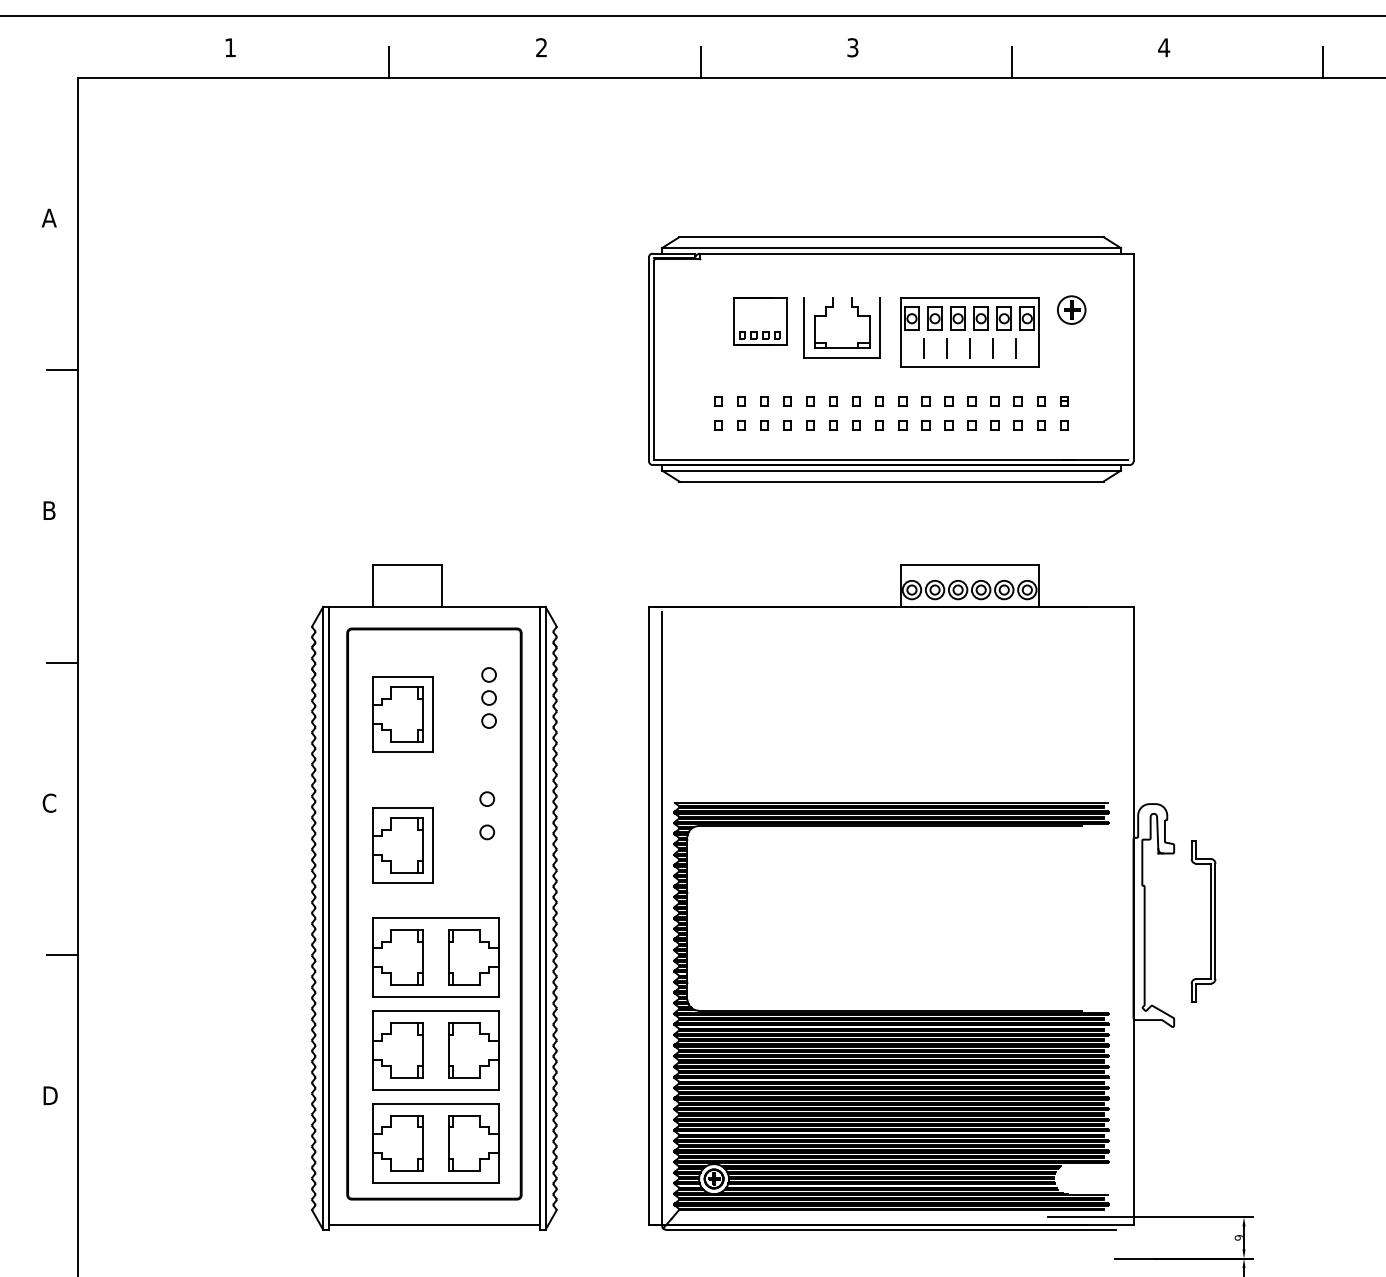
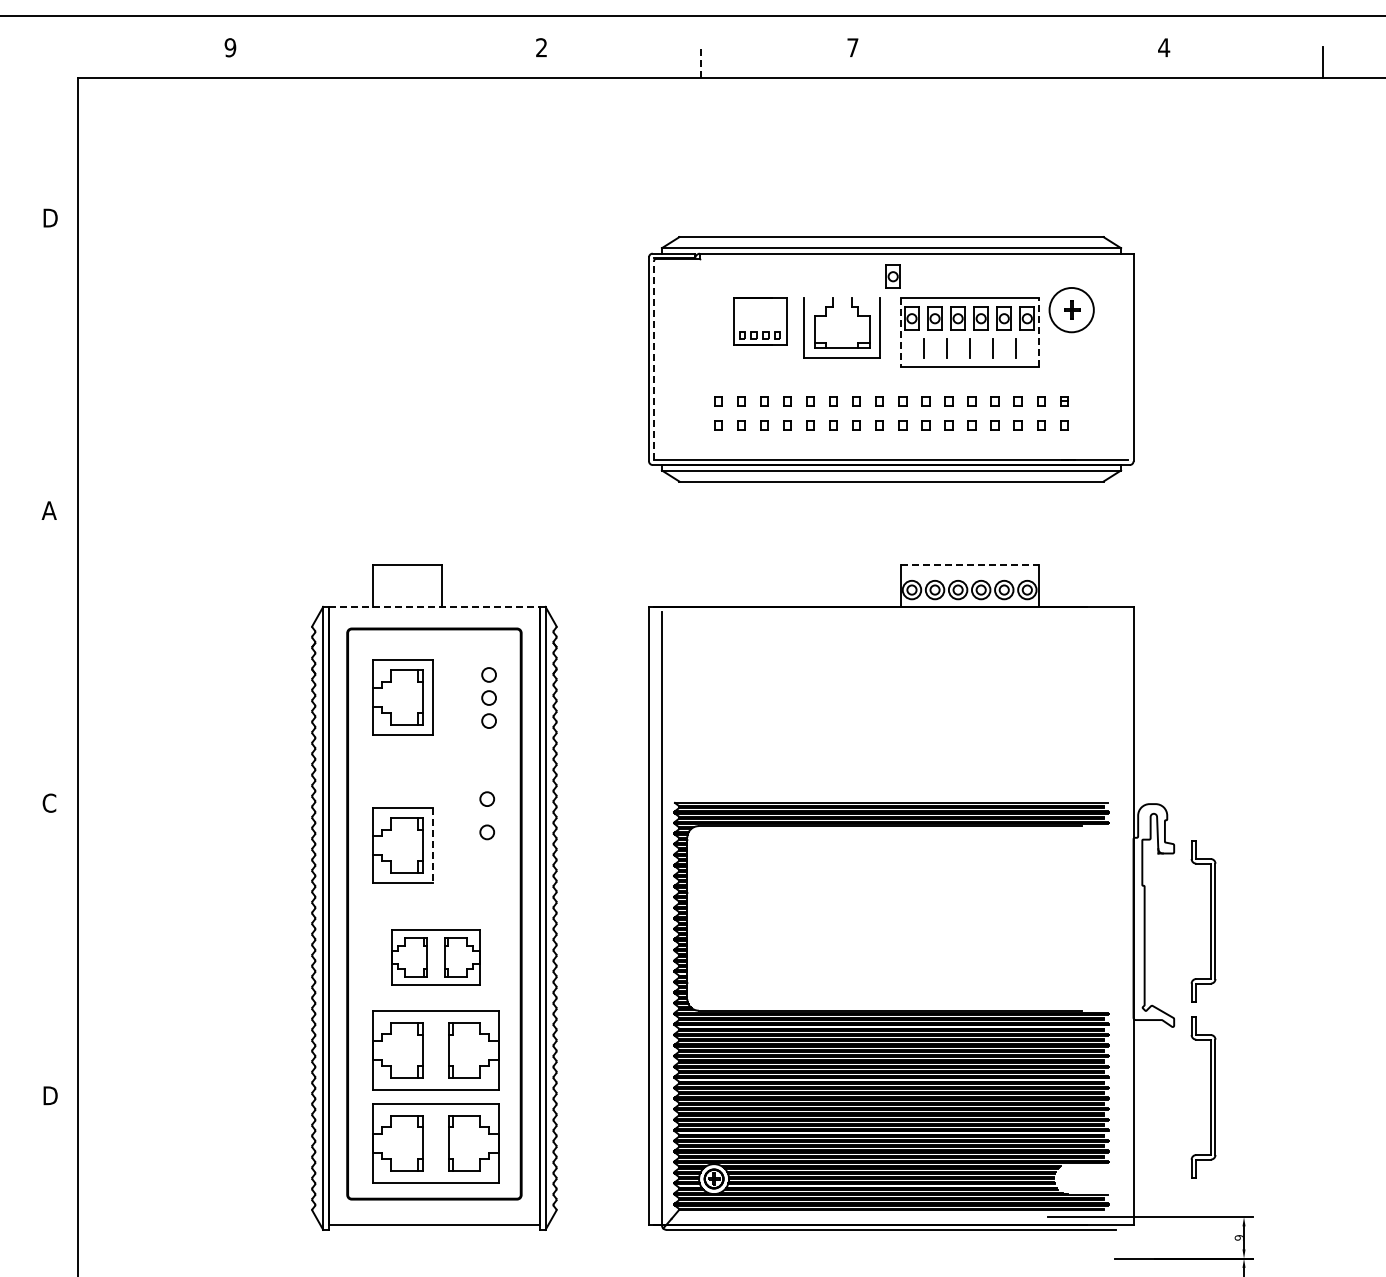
text at (230, 47): 1 -> 9
text at (852, 47): 3 -> 7
line at (389, 61): present -> none
line at (1011, 61): present -> none
line at (700, 62): solid -> dashed
text at (49, 217): A -> D
part at (892, 276): none -> present
circle at (1071, 309) diameter: 28 px -> 44 px
line at (900, 332): solid -> dashed
line at (1039, 332): solid -> dashed
line at (654, 360): solid -> dashed
line at (62, 370): present -> none
text at (48, 510): B -> A
line at (970, 565): solid -> dashed
line at (434, 606): solid -> dashed
line at (62, 662): present -> none
part at (402, 714) position: (402, 714) -> (402, 697)
line at (433, 845): solid -> dashed
line at (62, 955): present -> none
part at (435, 957) size: 128x81 px -> 90x57 px
part at (1210, 1097): none -> present
